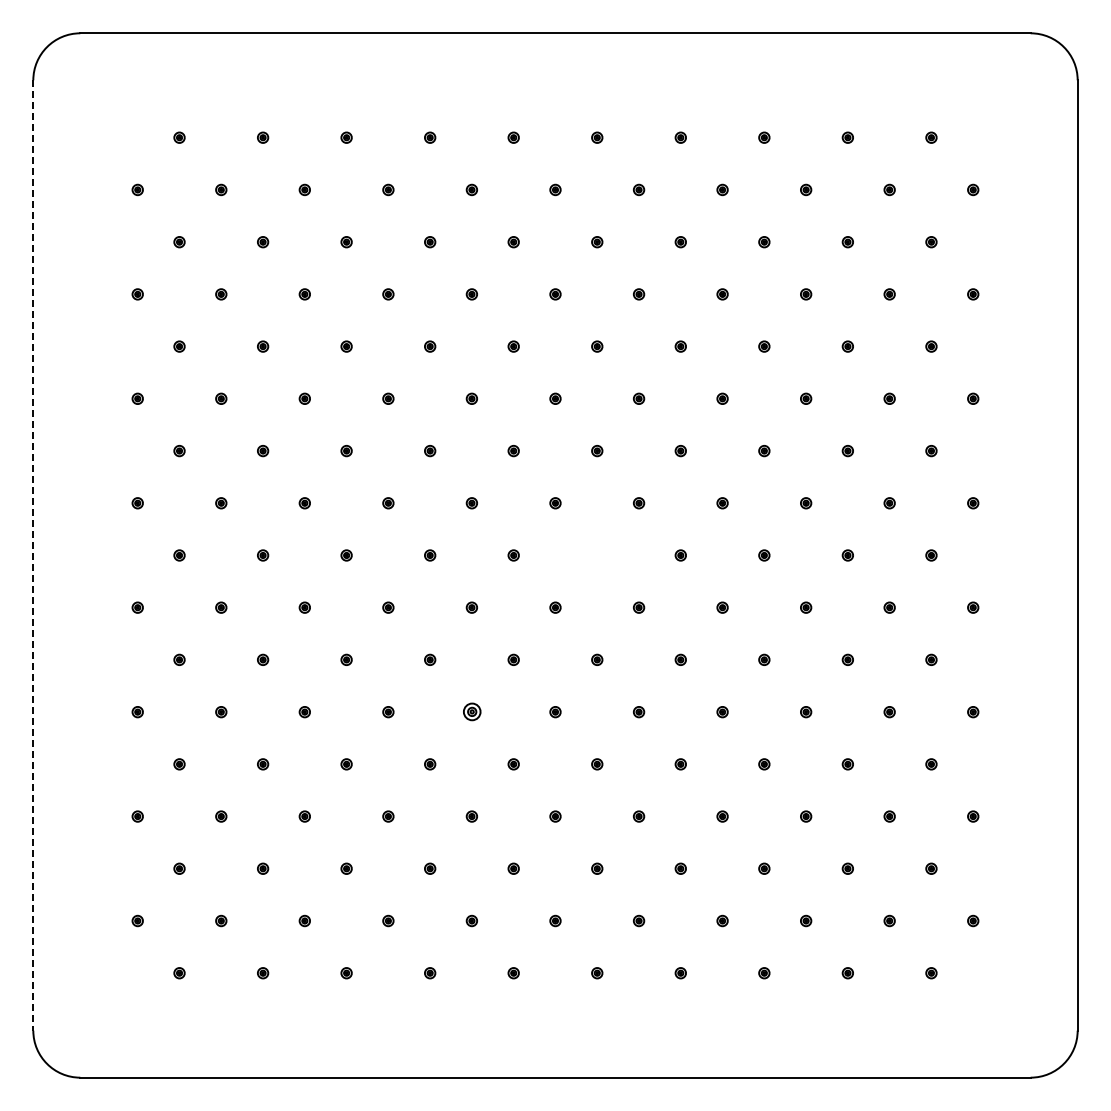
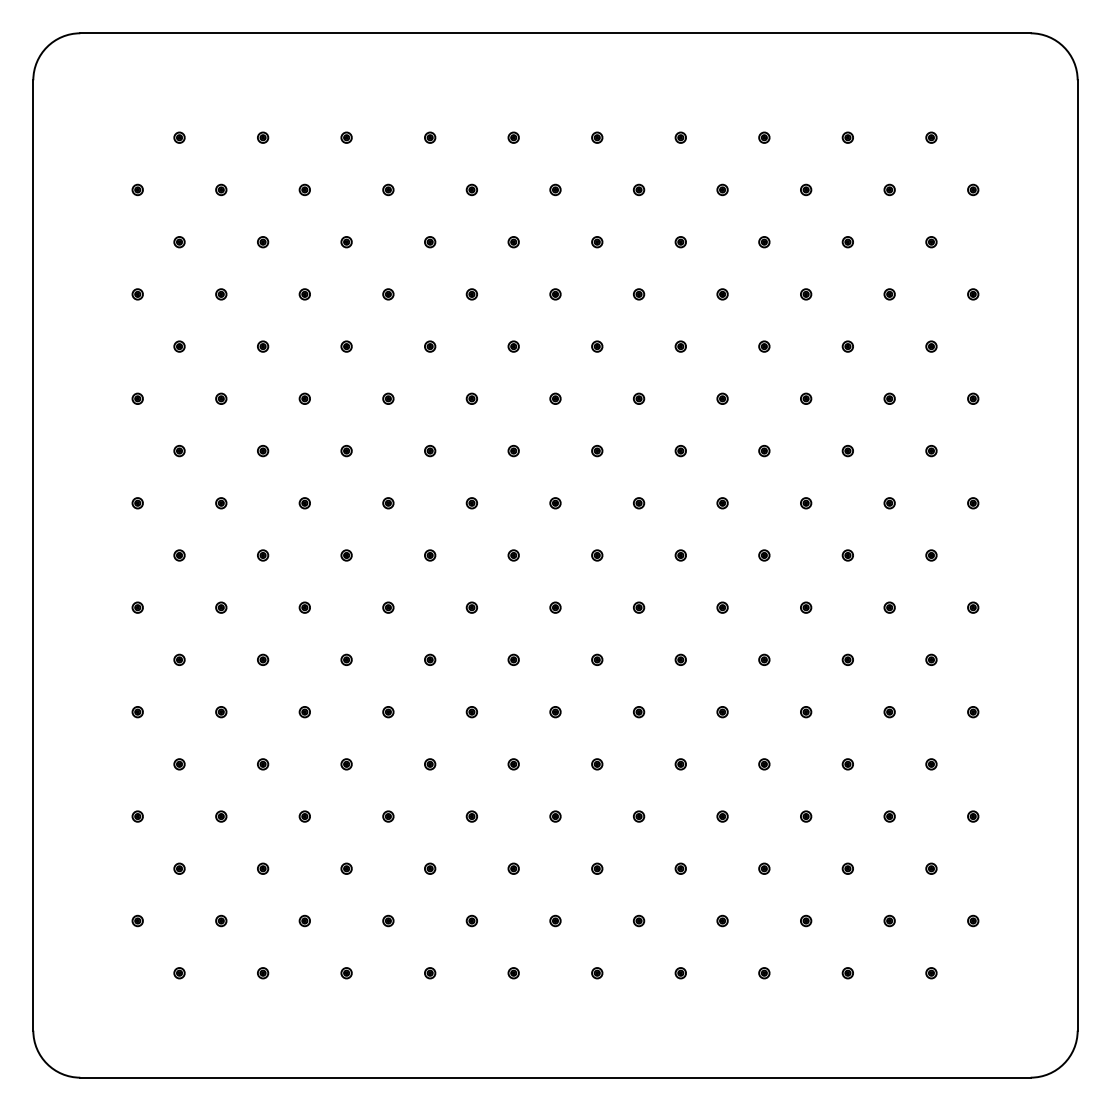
line at (33, 555): dashed -> solid
part at (597, 555): none -> present
part at (472, 711) size: 19x20 px -> 13x13 px
